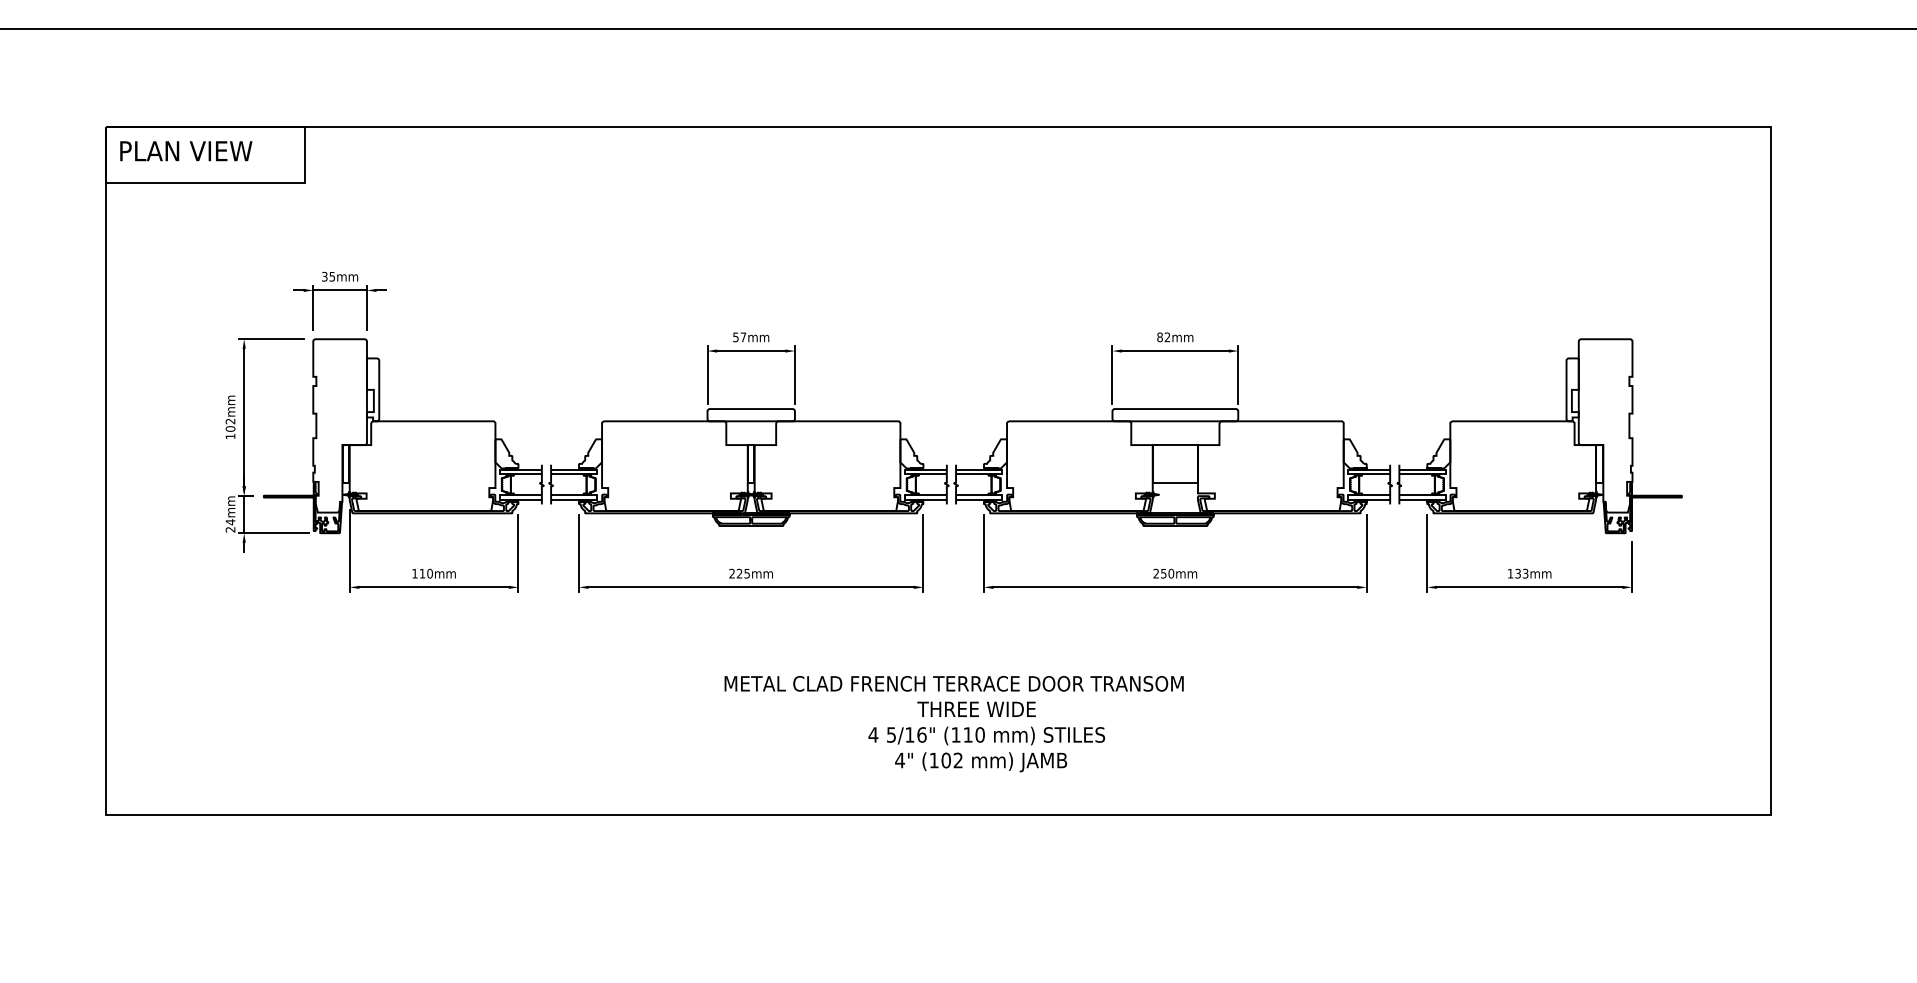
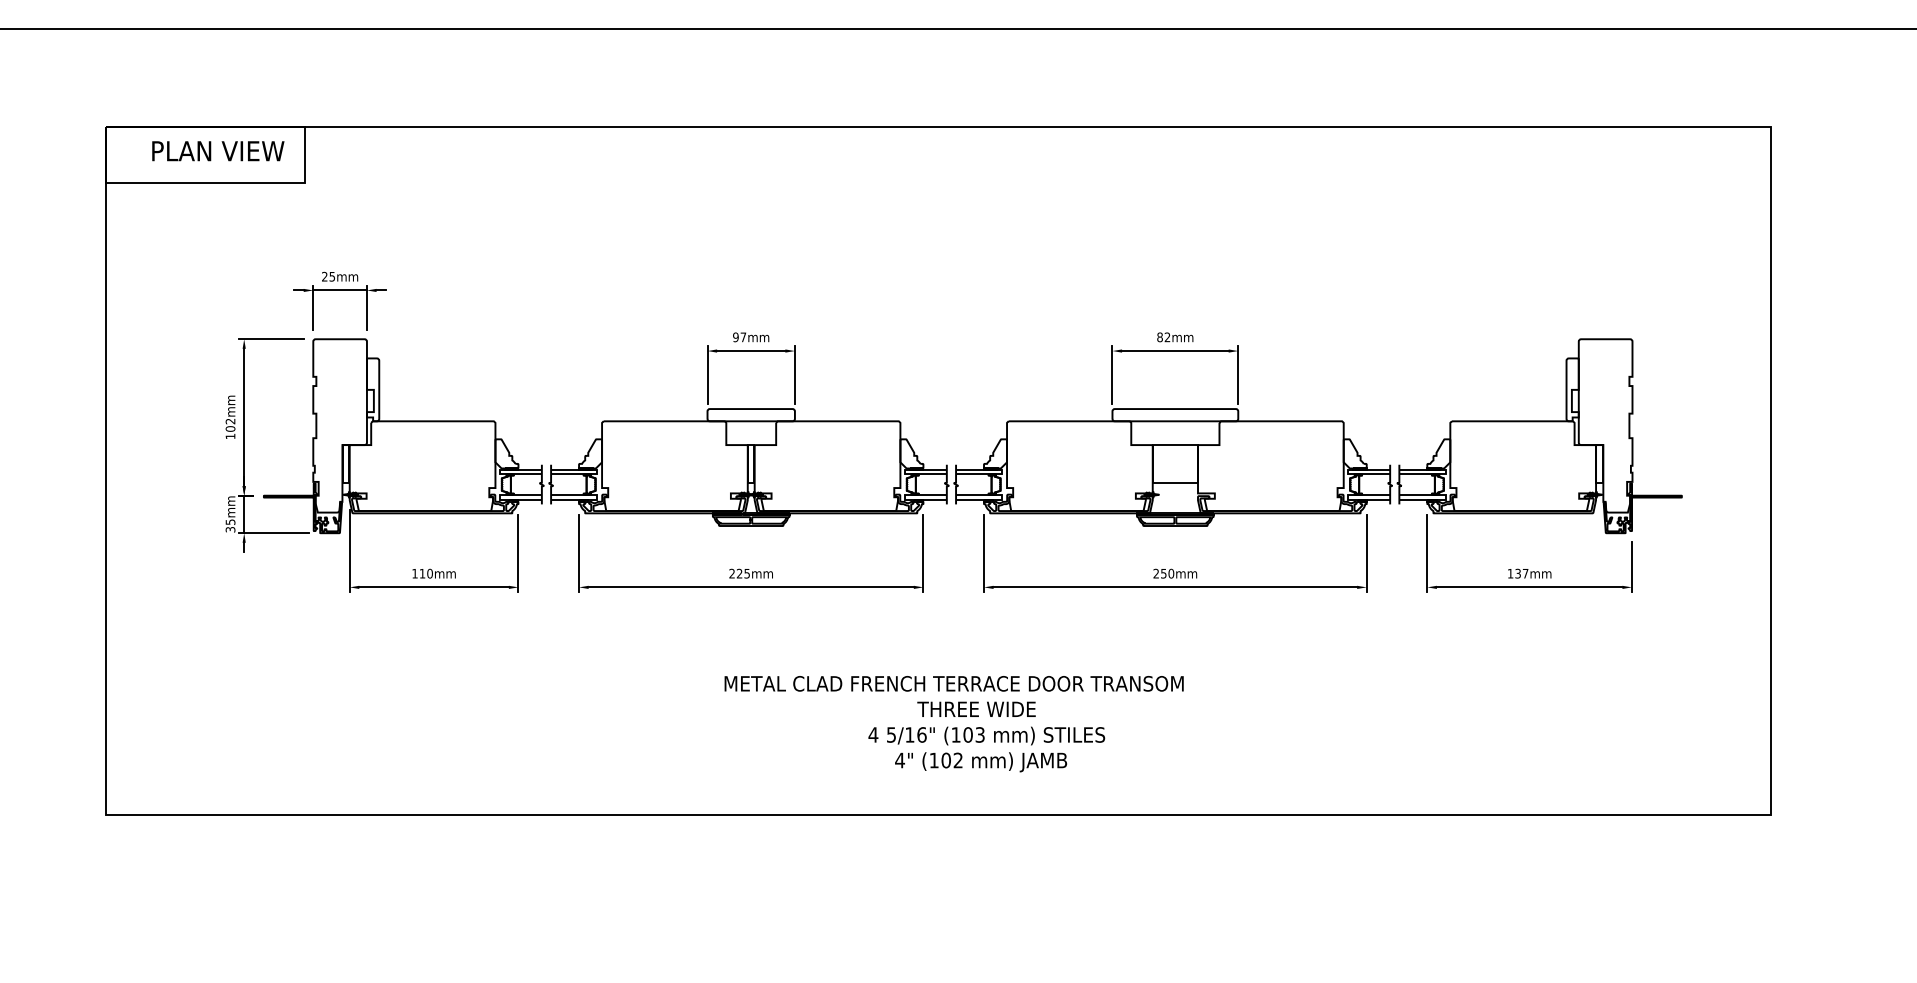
text at (186, 151) position: (186, 151) -> (218, 151)
text at (324, 276): 35mm -> 25mm
text at (735, 336): 57mm -> 97mm
text at (230, 525): 24mm -> 35mm
text at (1525, 573): 133mm -> 137mm
text at (973, 734): (110 -> (103
